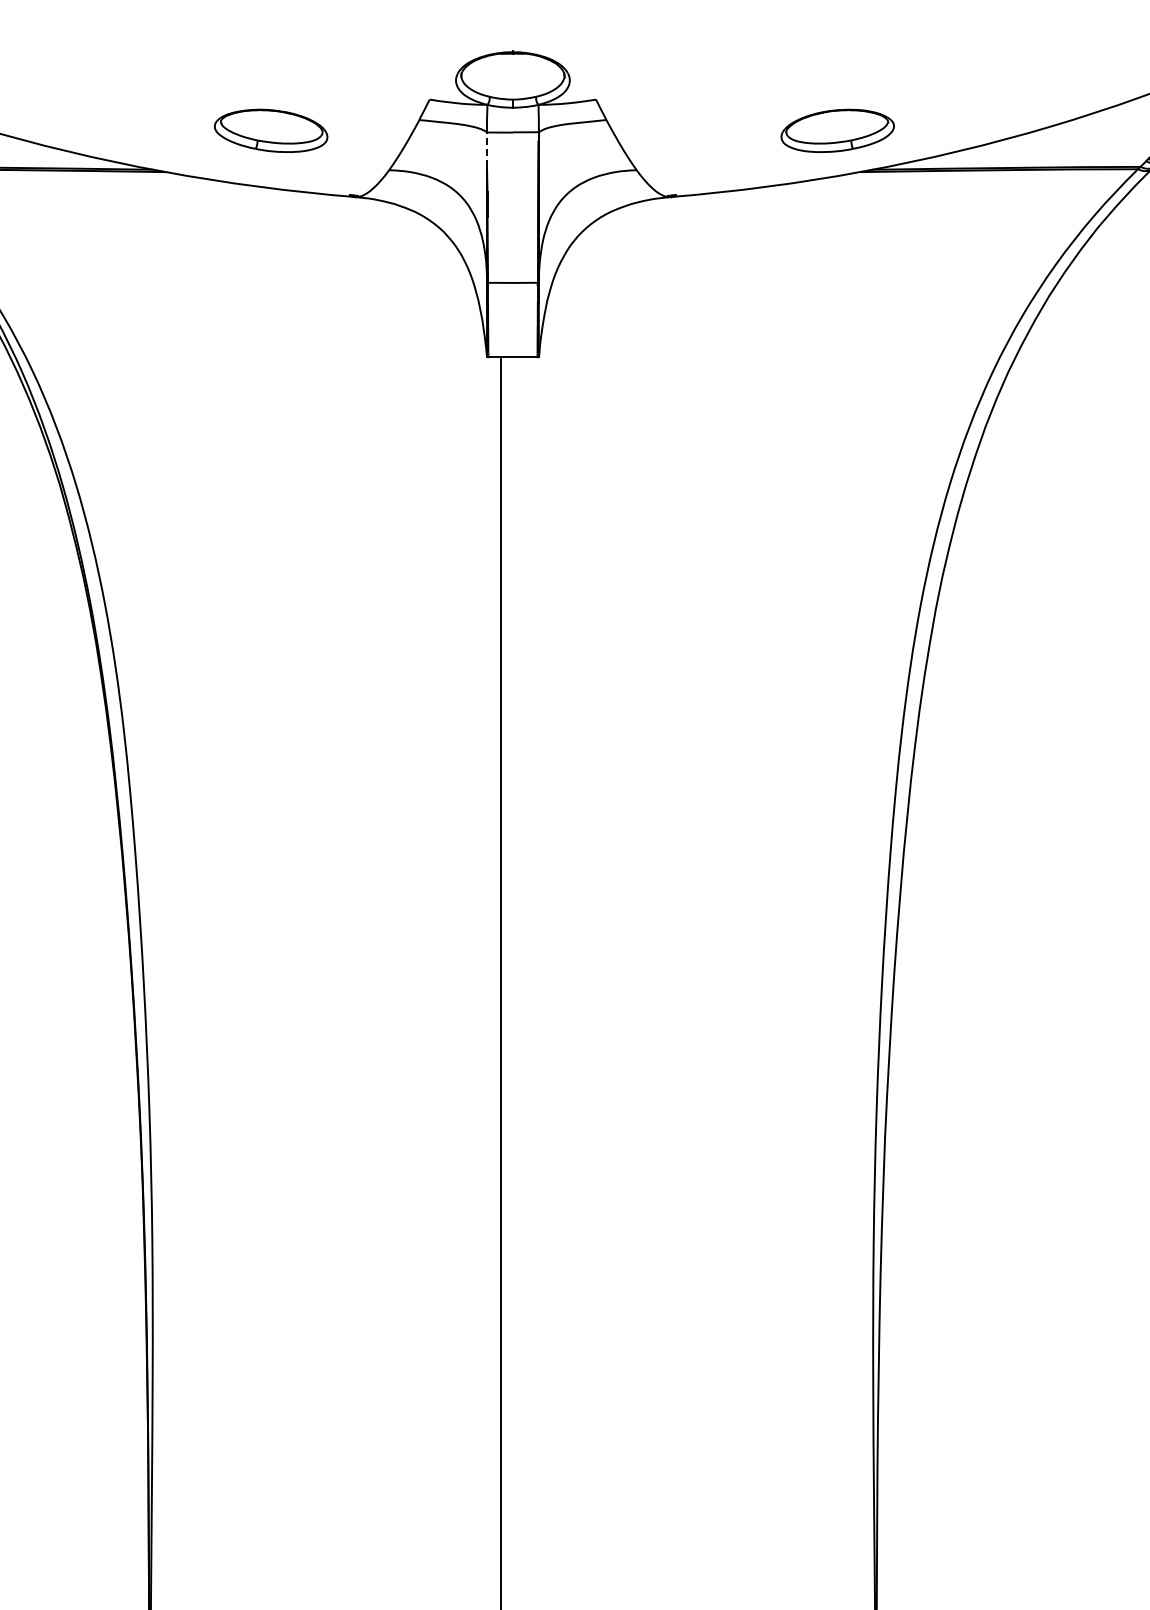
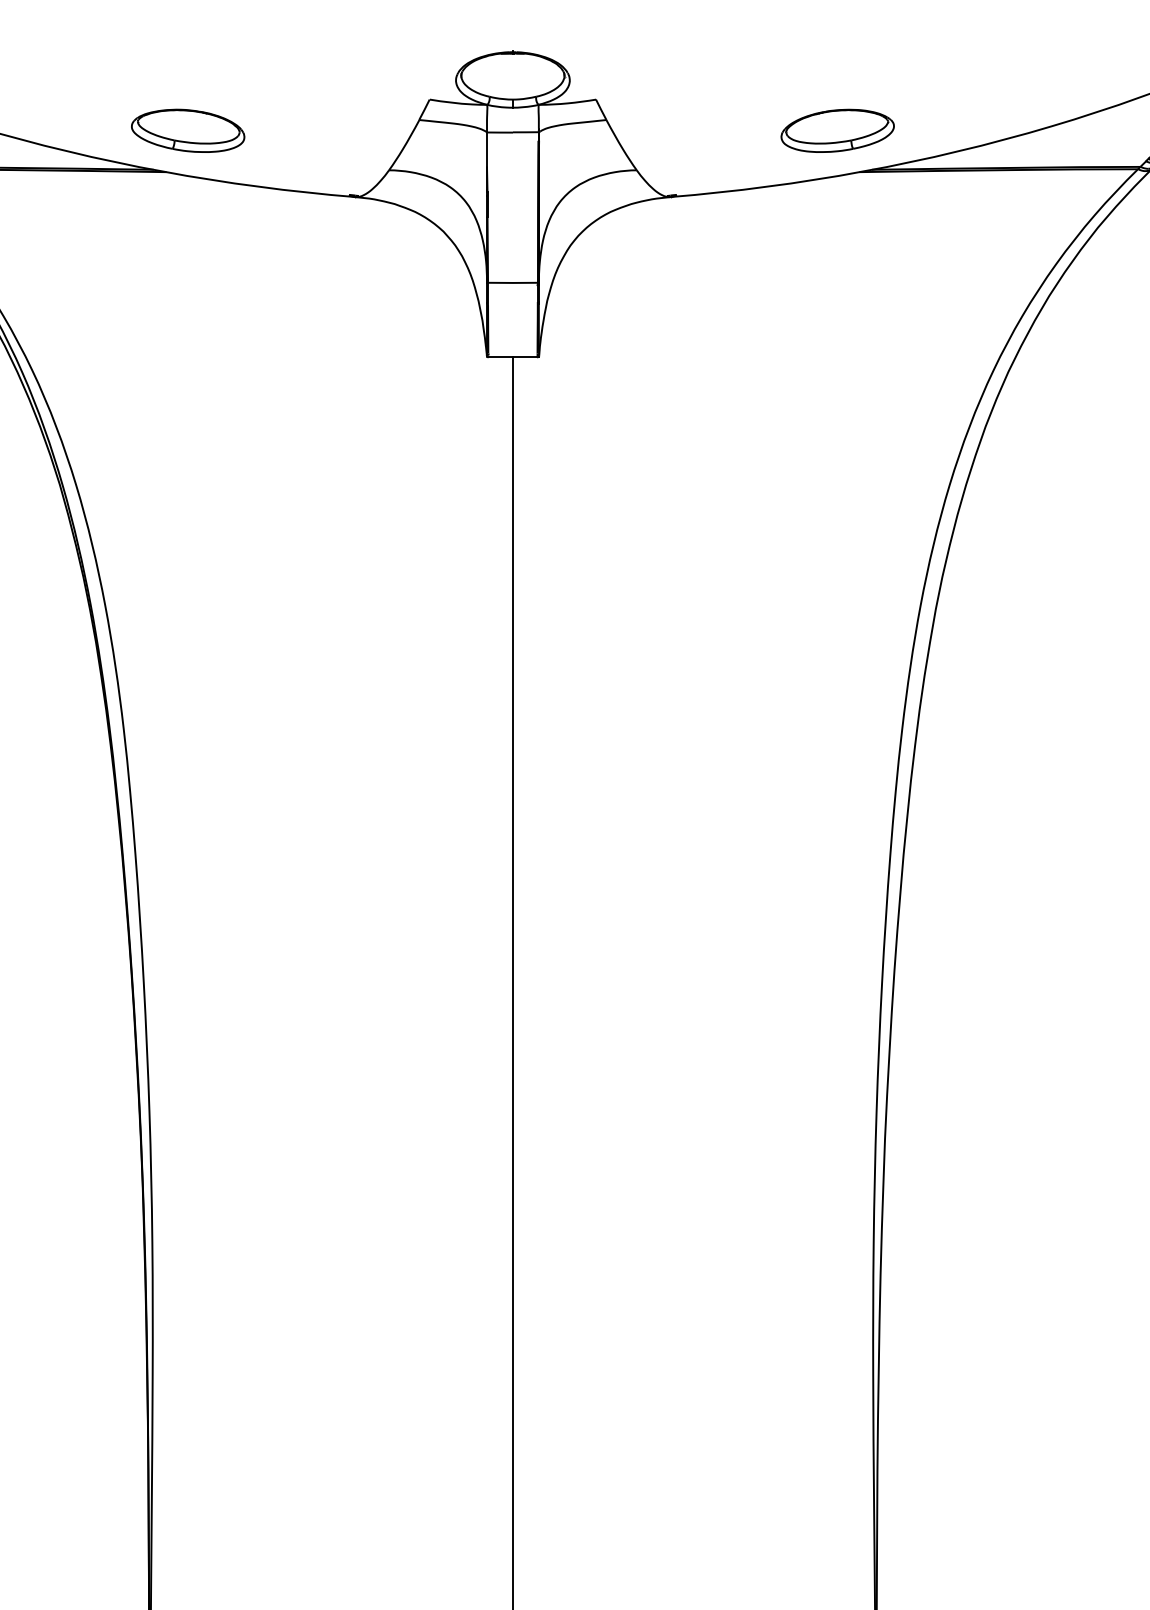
part at (271, 130) position: (271, 130) -> (188, 130)
line at (487, 149): dashed -> solid
line at (500, 981) position: (500, 981) -> (512, 981)
